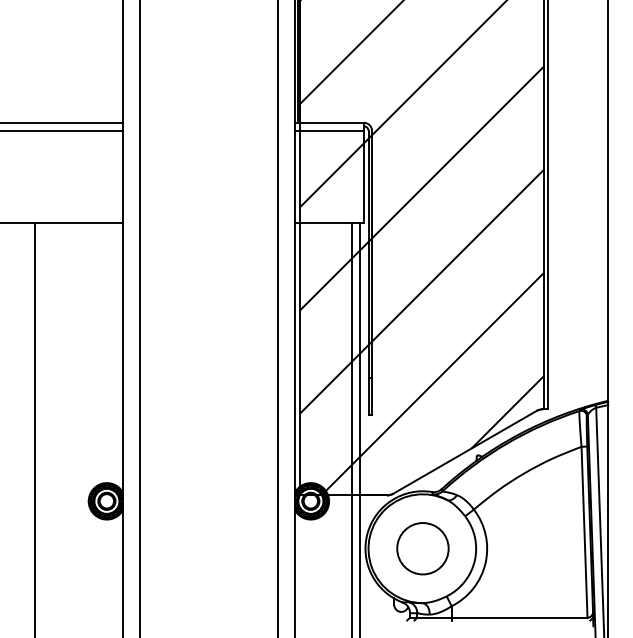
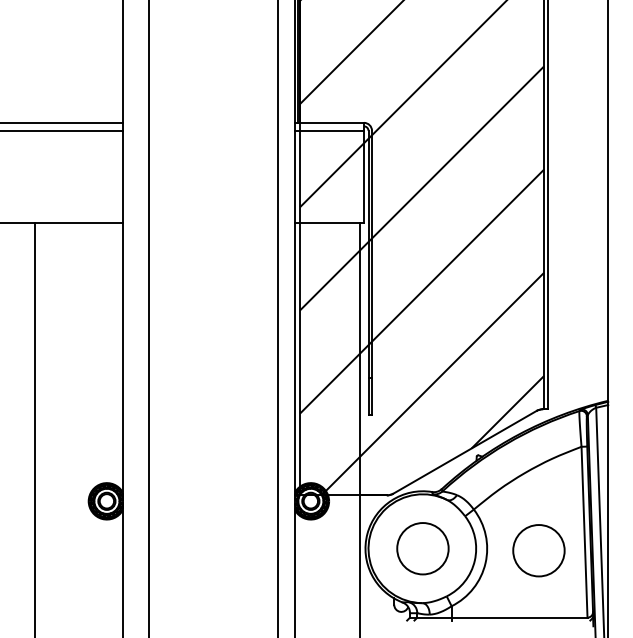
line at (139, 318) position: (139, 318) -> (148, 318)
line at (351, 428): present -> none
circle at (538, 550): none -> present
